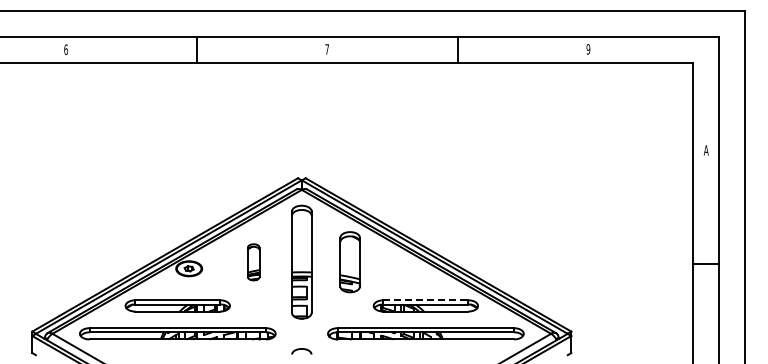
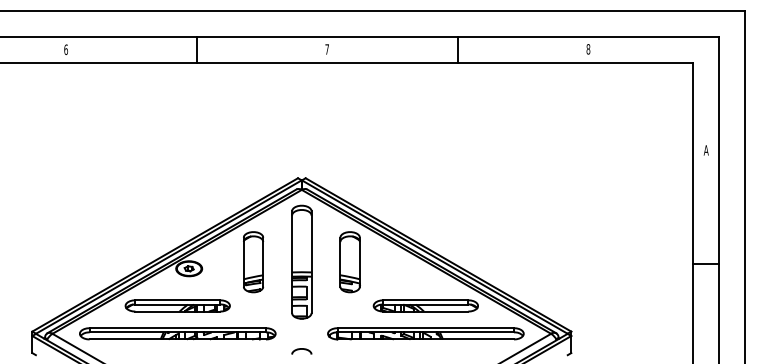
text at (588, 49): 9 -> 8
part at (253, 262) size: 14x39 px -> 22x63 px
line at (426, 300): dashed -> solid
